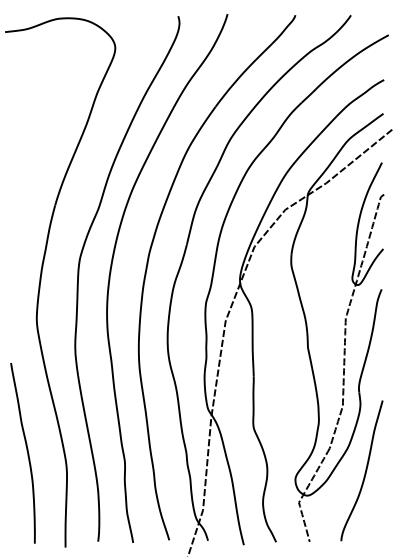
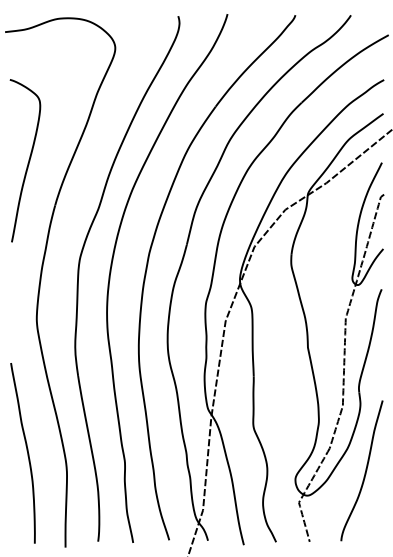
curve at (28, 160): none -> present
